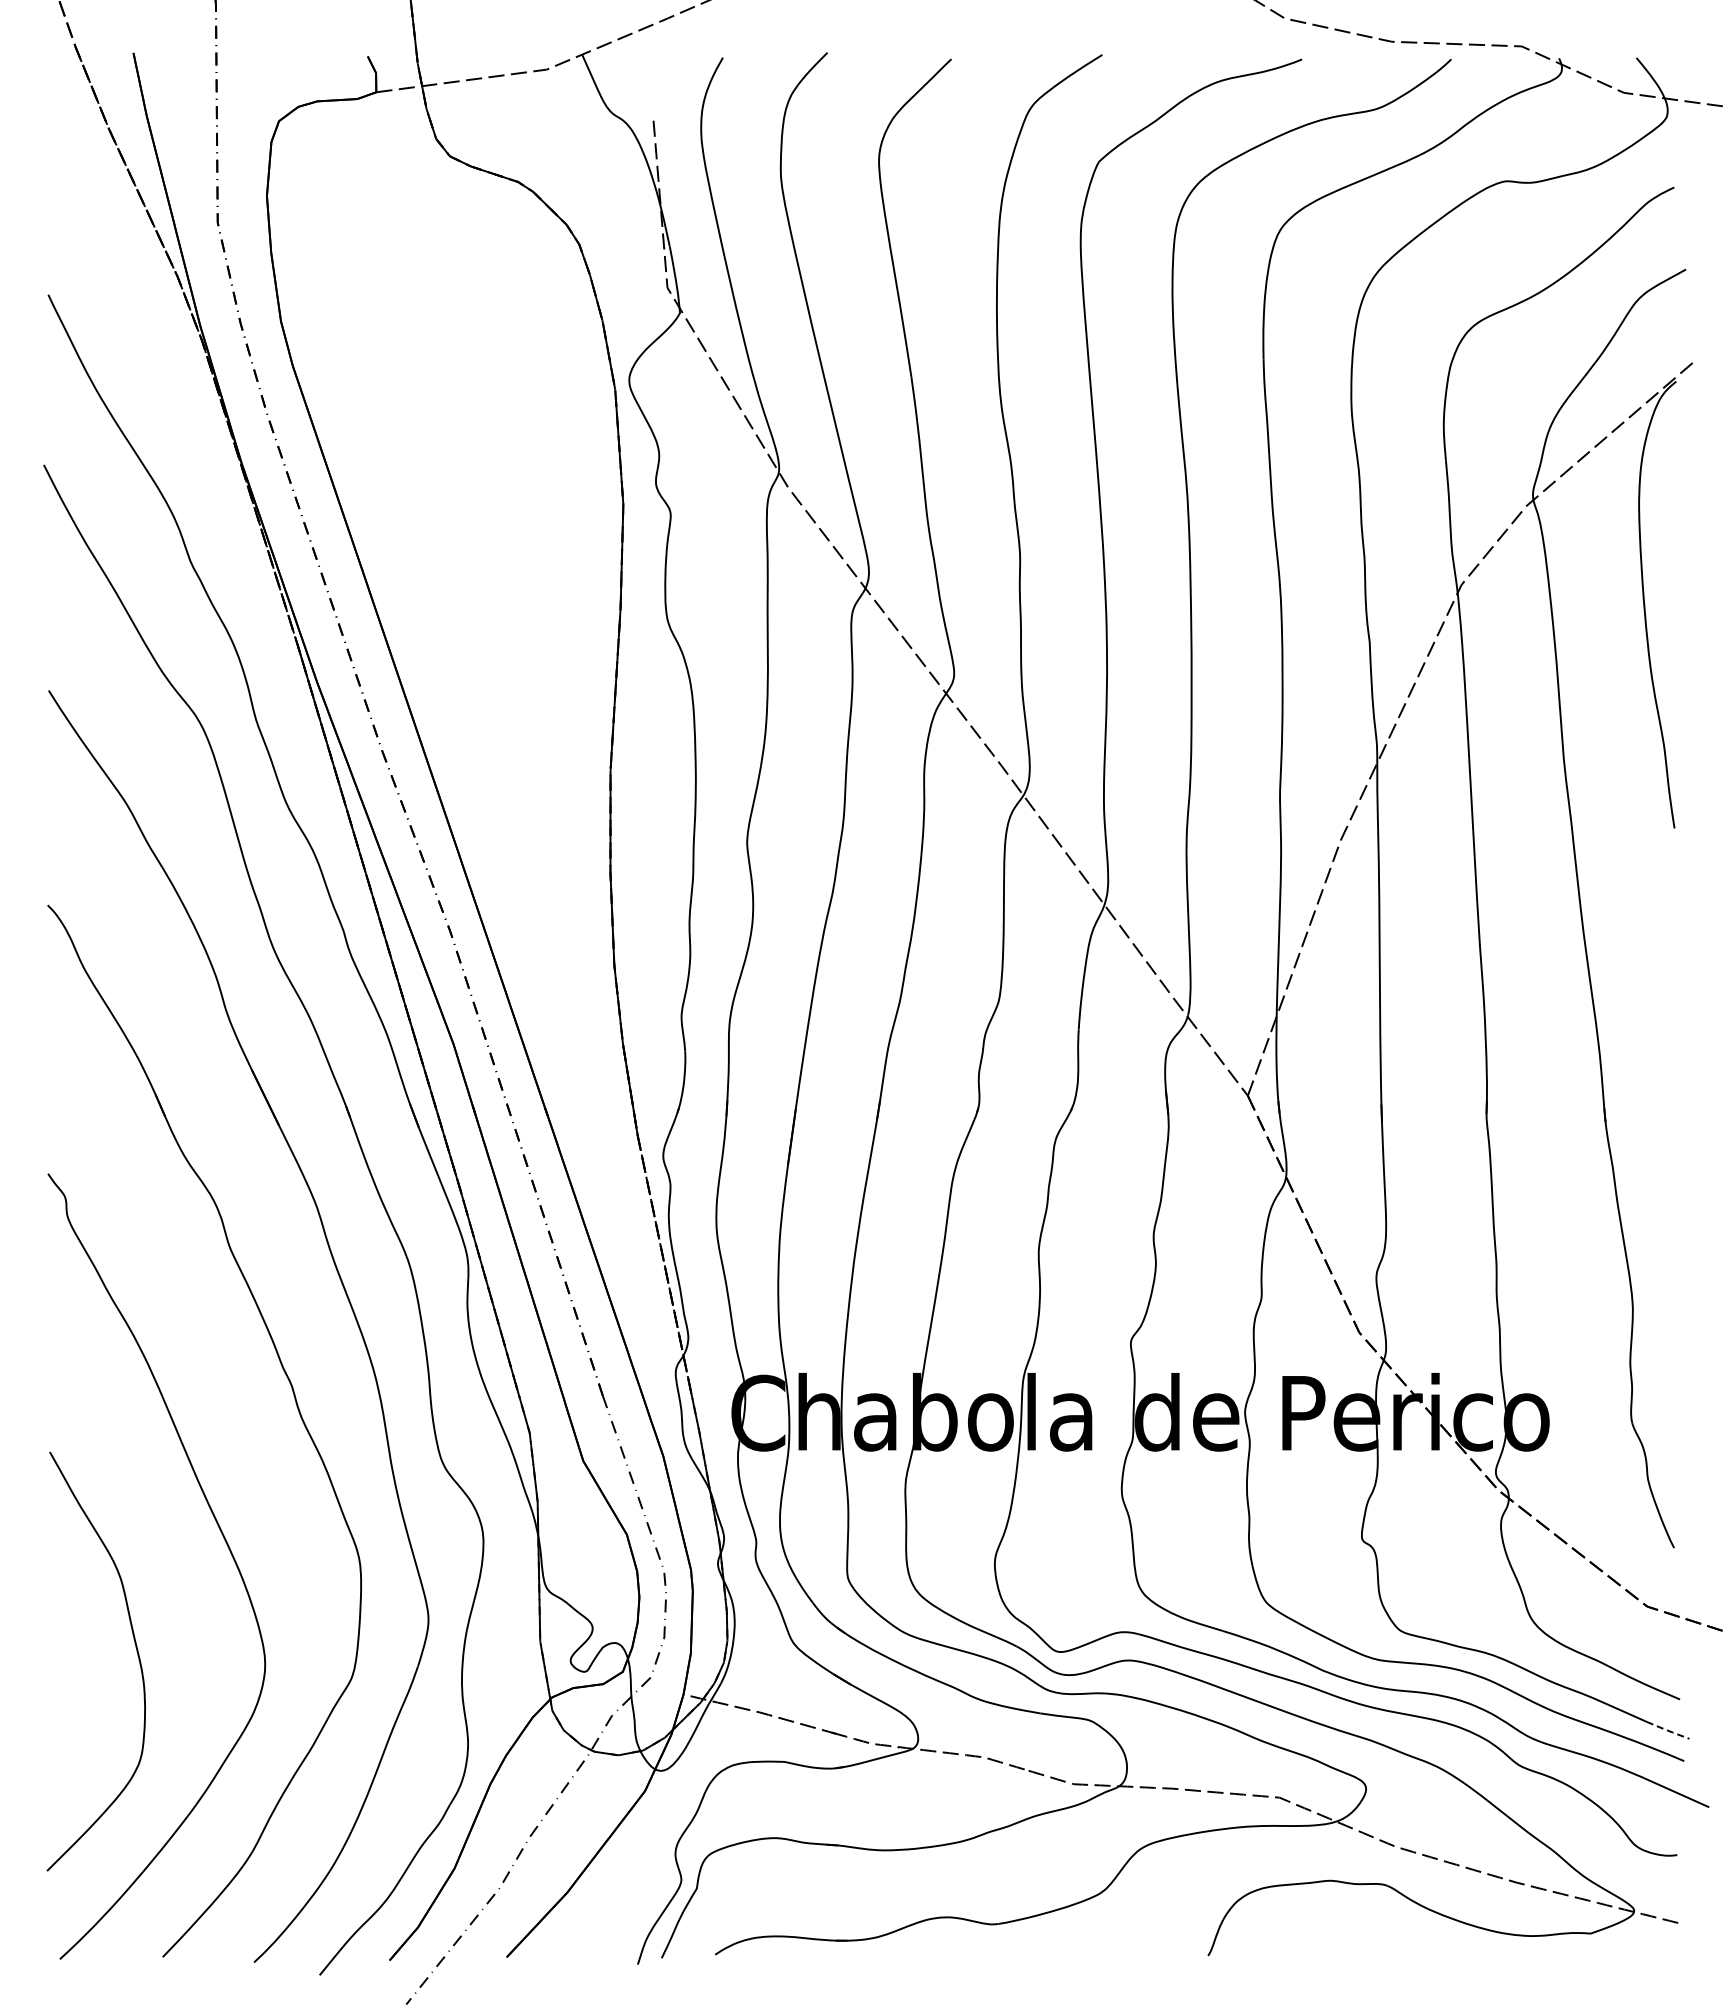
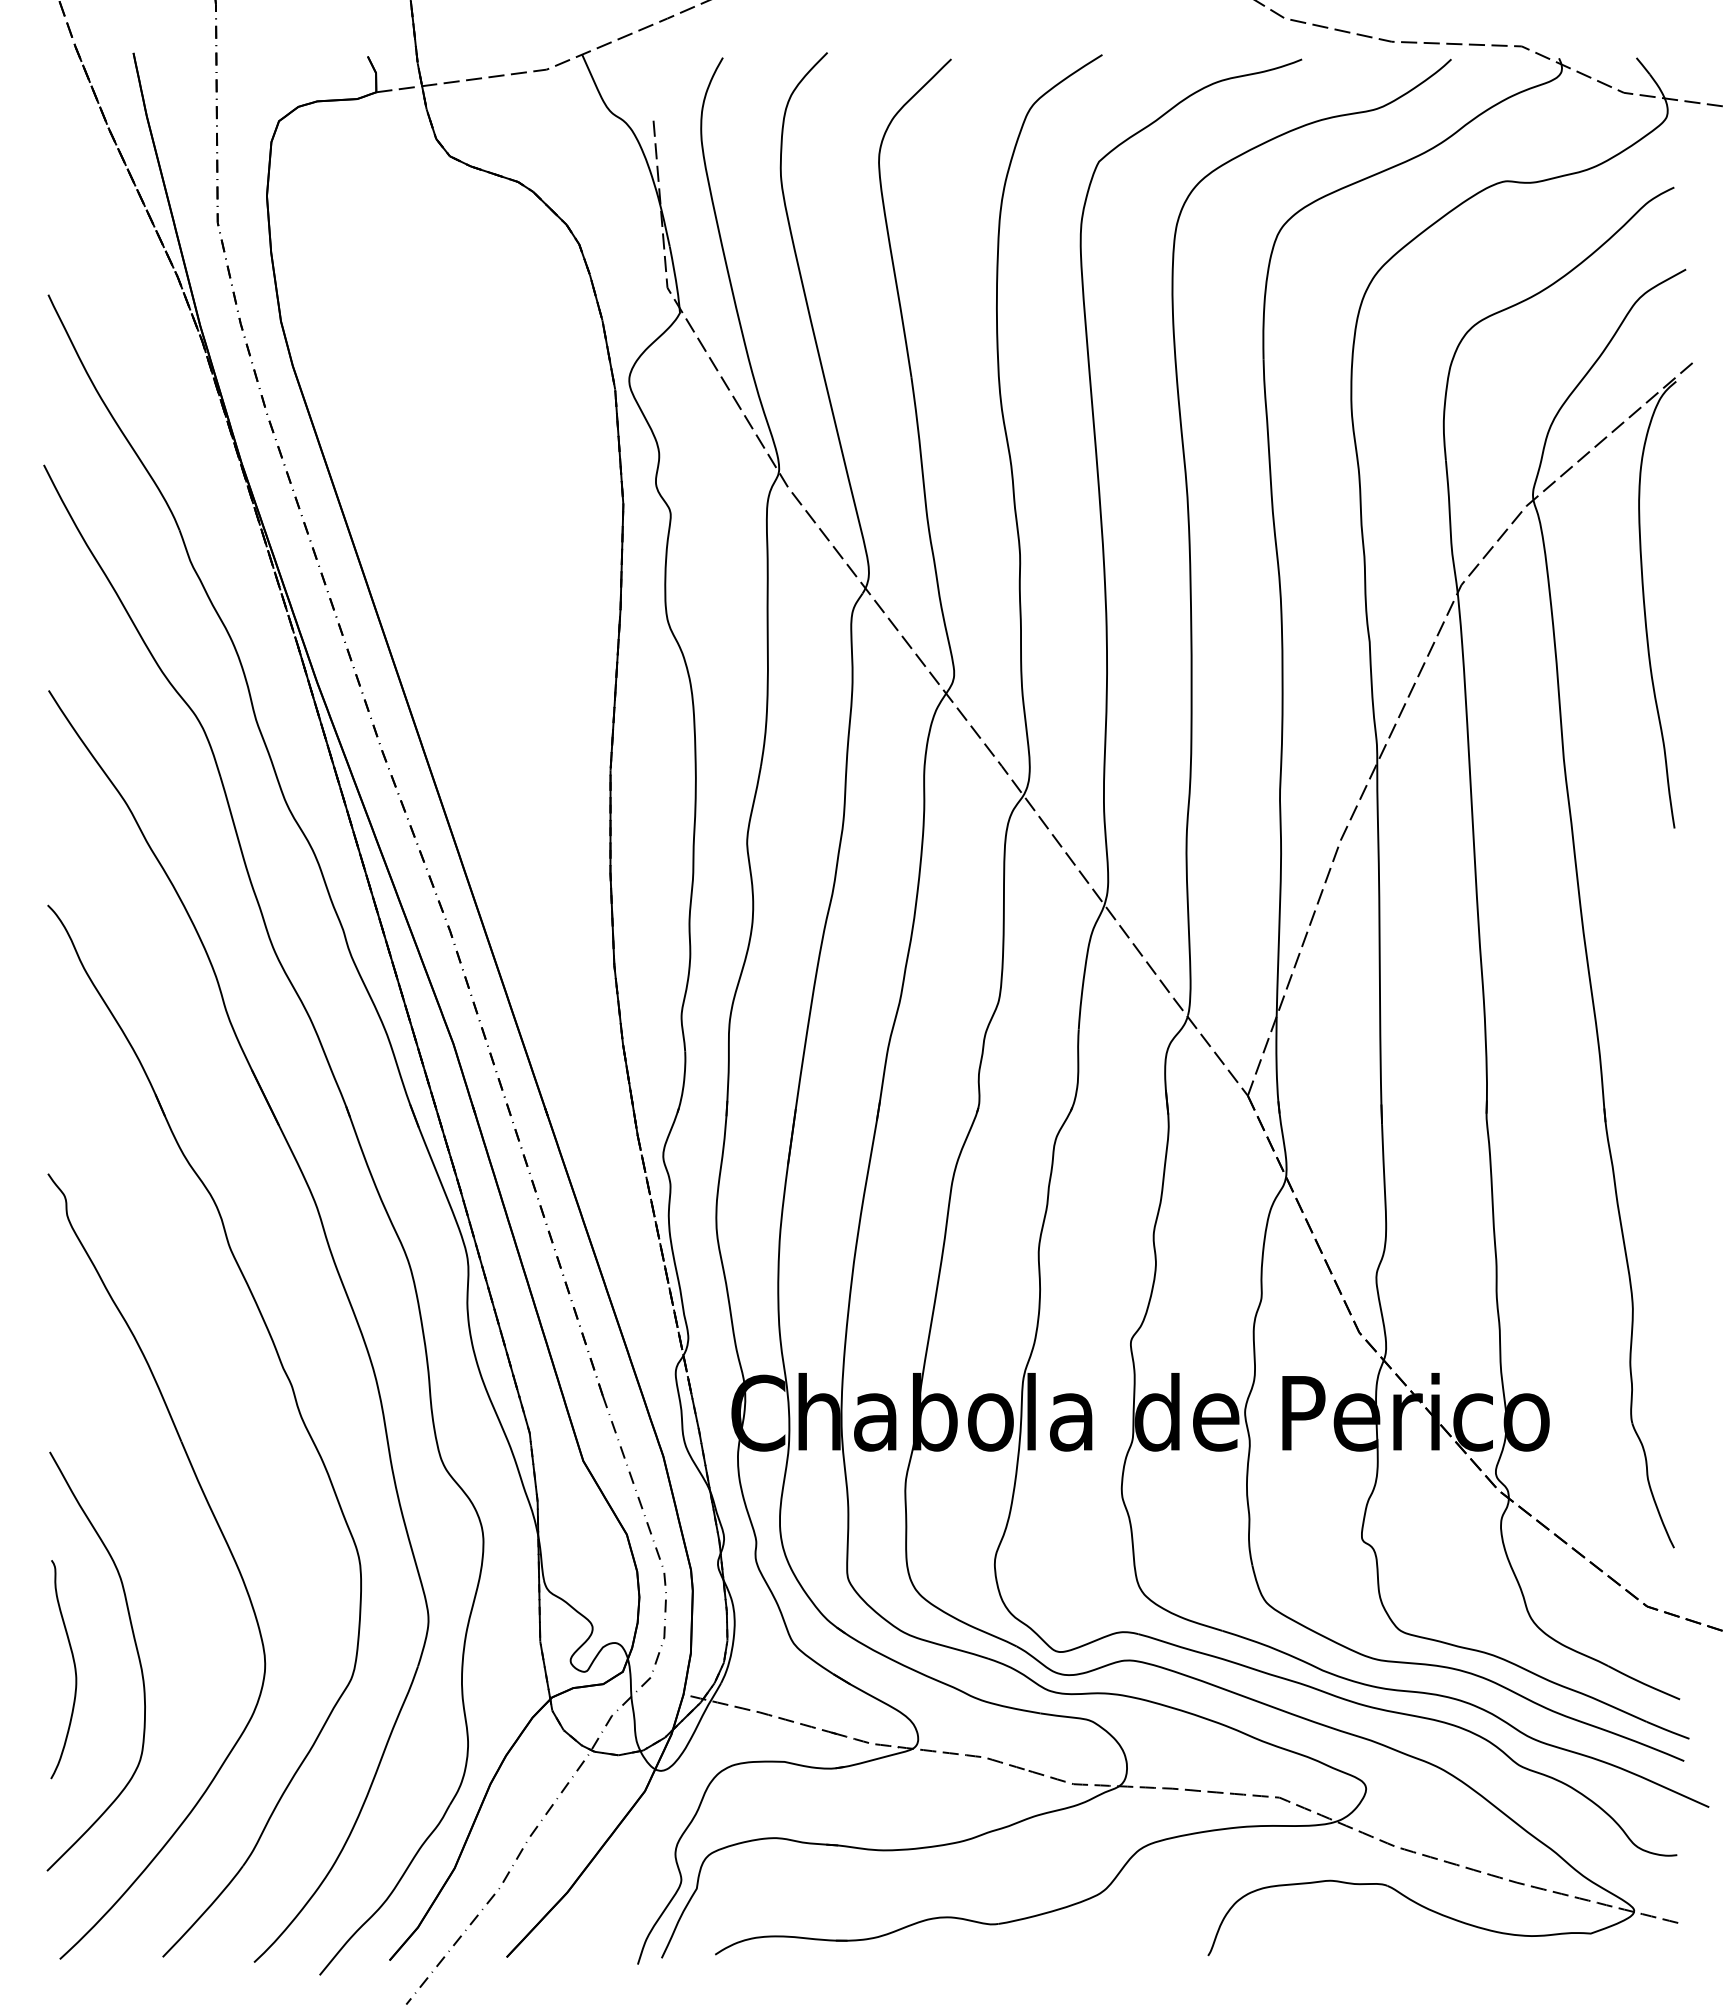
curve at (74, 1669): none -> present
line at (1668, 1730): dashed -> solid
